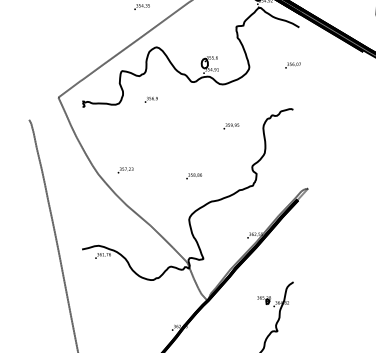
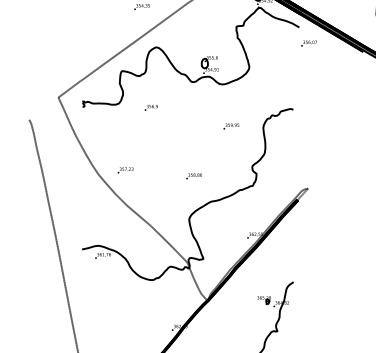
text at (292, 65) position: (292, 65) -> (308, 43)
text at (150, 99) position: (150, 99) -> (150, 107)
